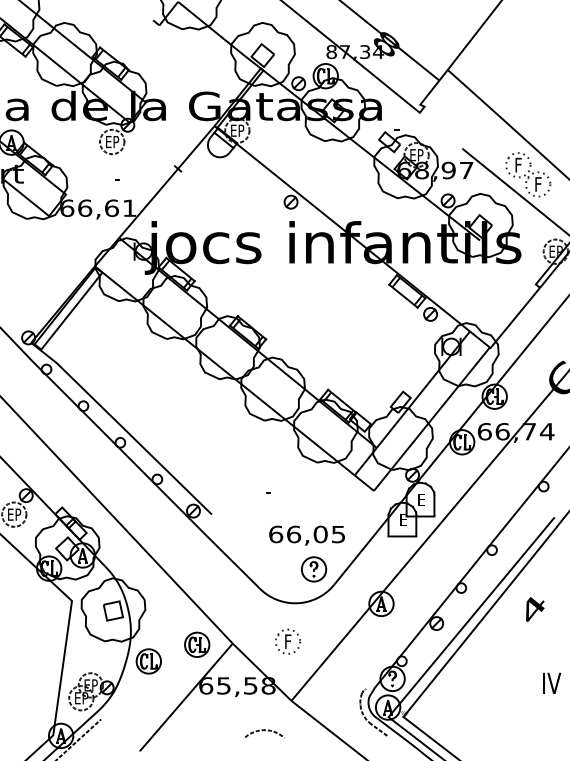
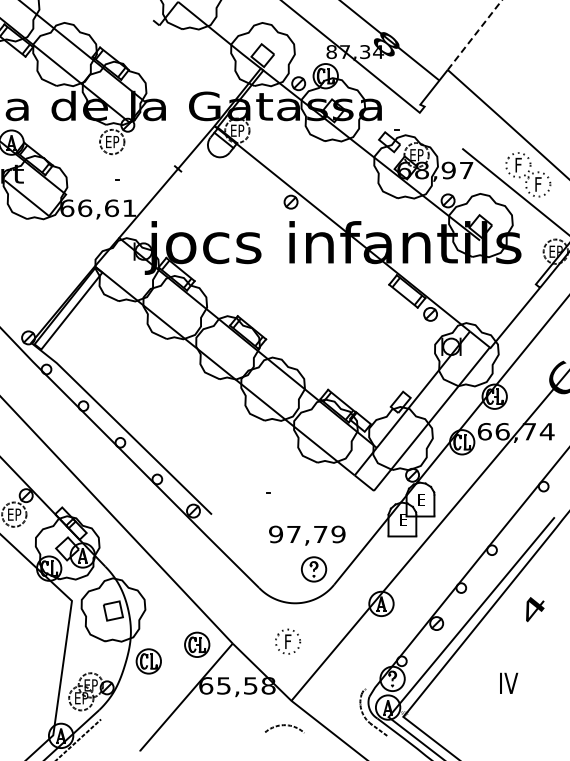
line at (475, 34): solid -> dashed
text at (307, 534): 66,05 -> 97,79
text at (552, 682) position: (552, 682) -> (509, 682)
curve at (264, 731) position: (264, 731) -> (284, 726)
